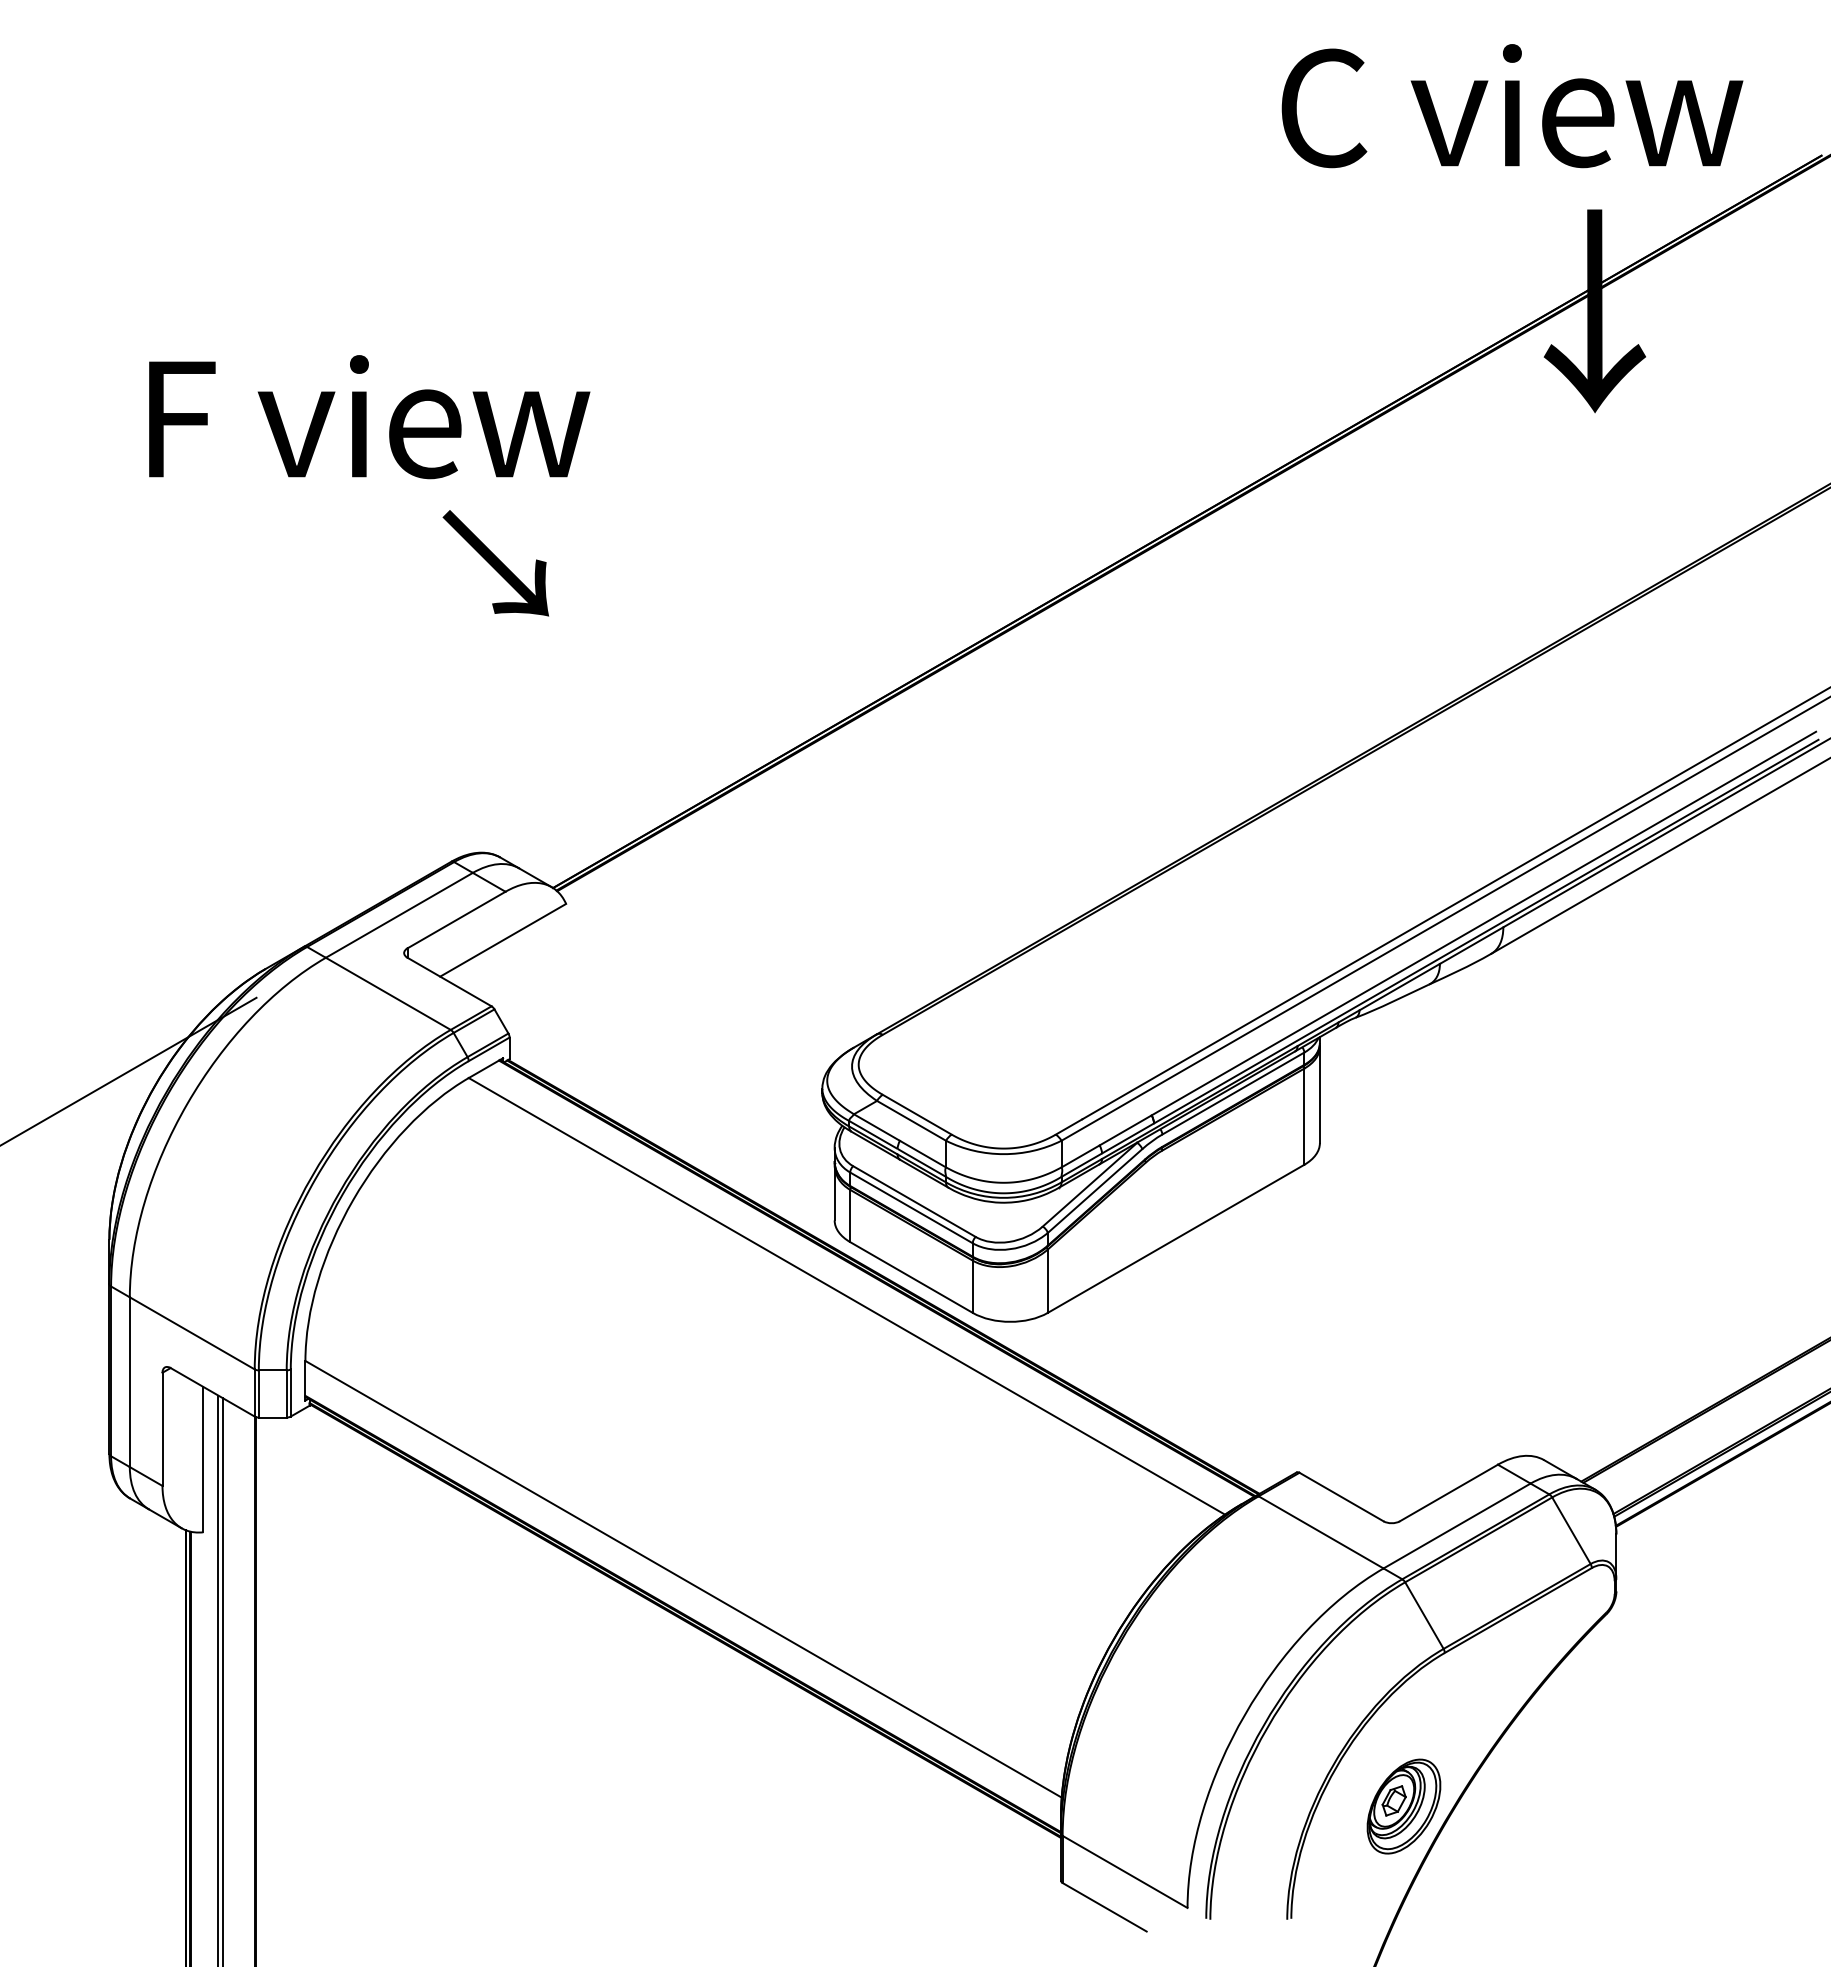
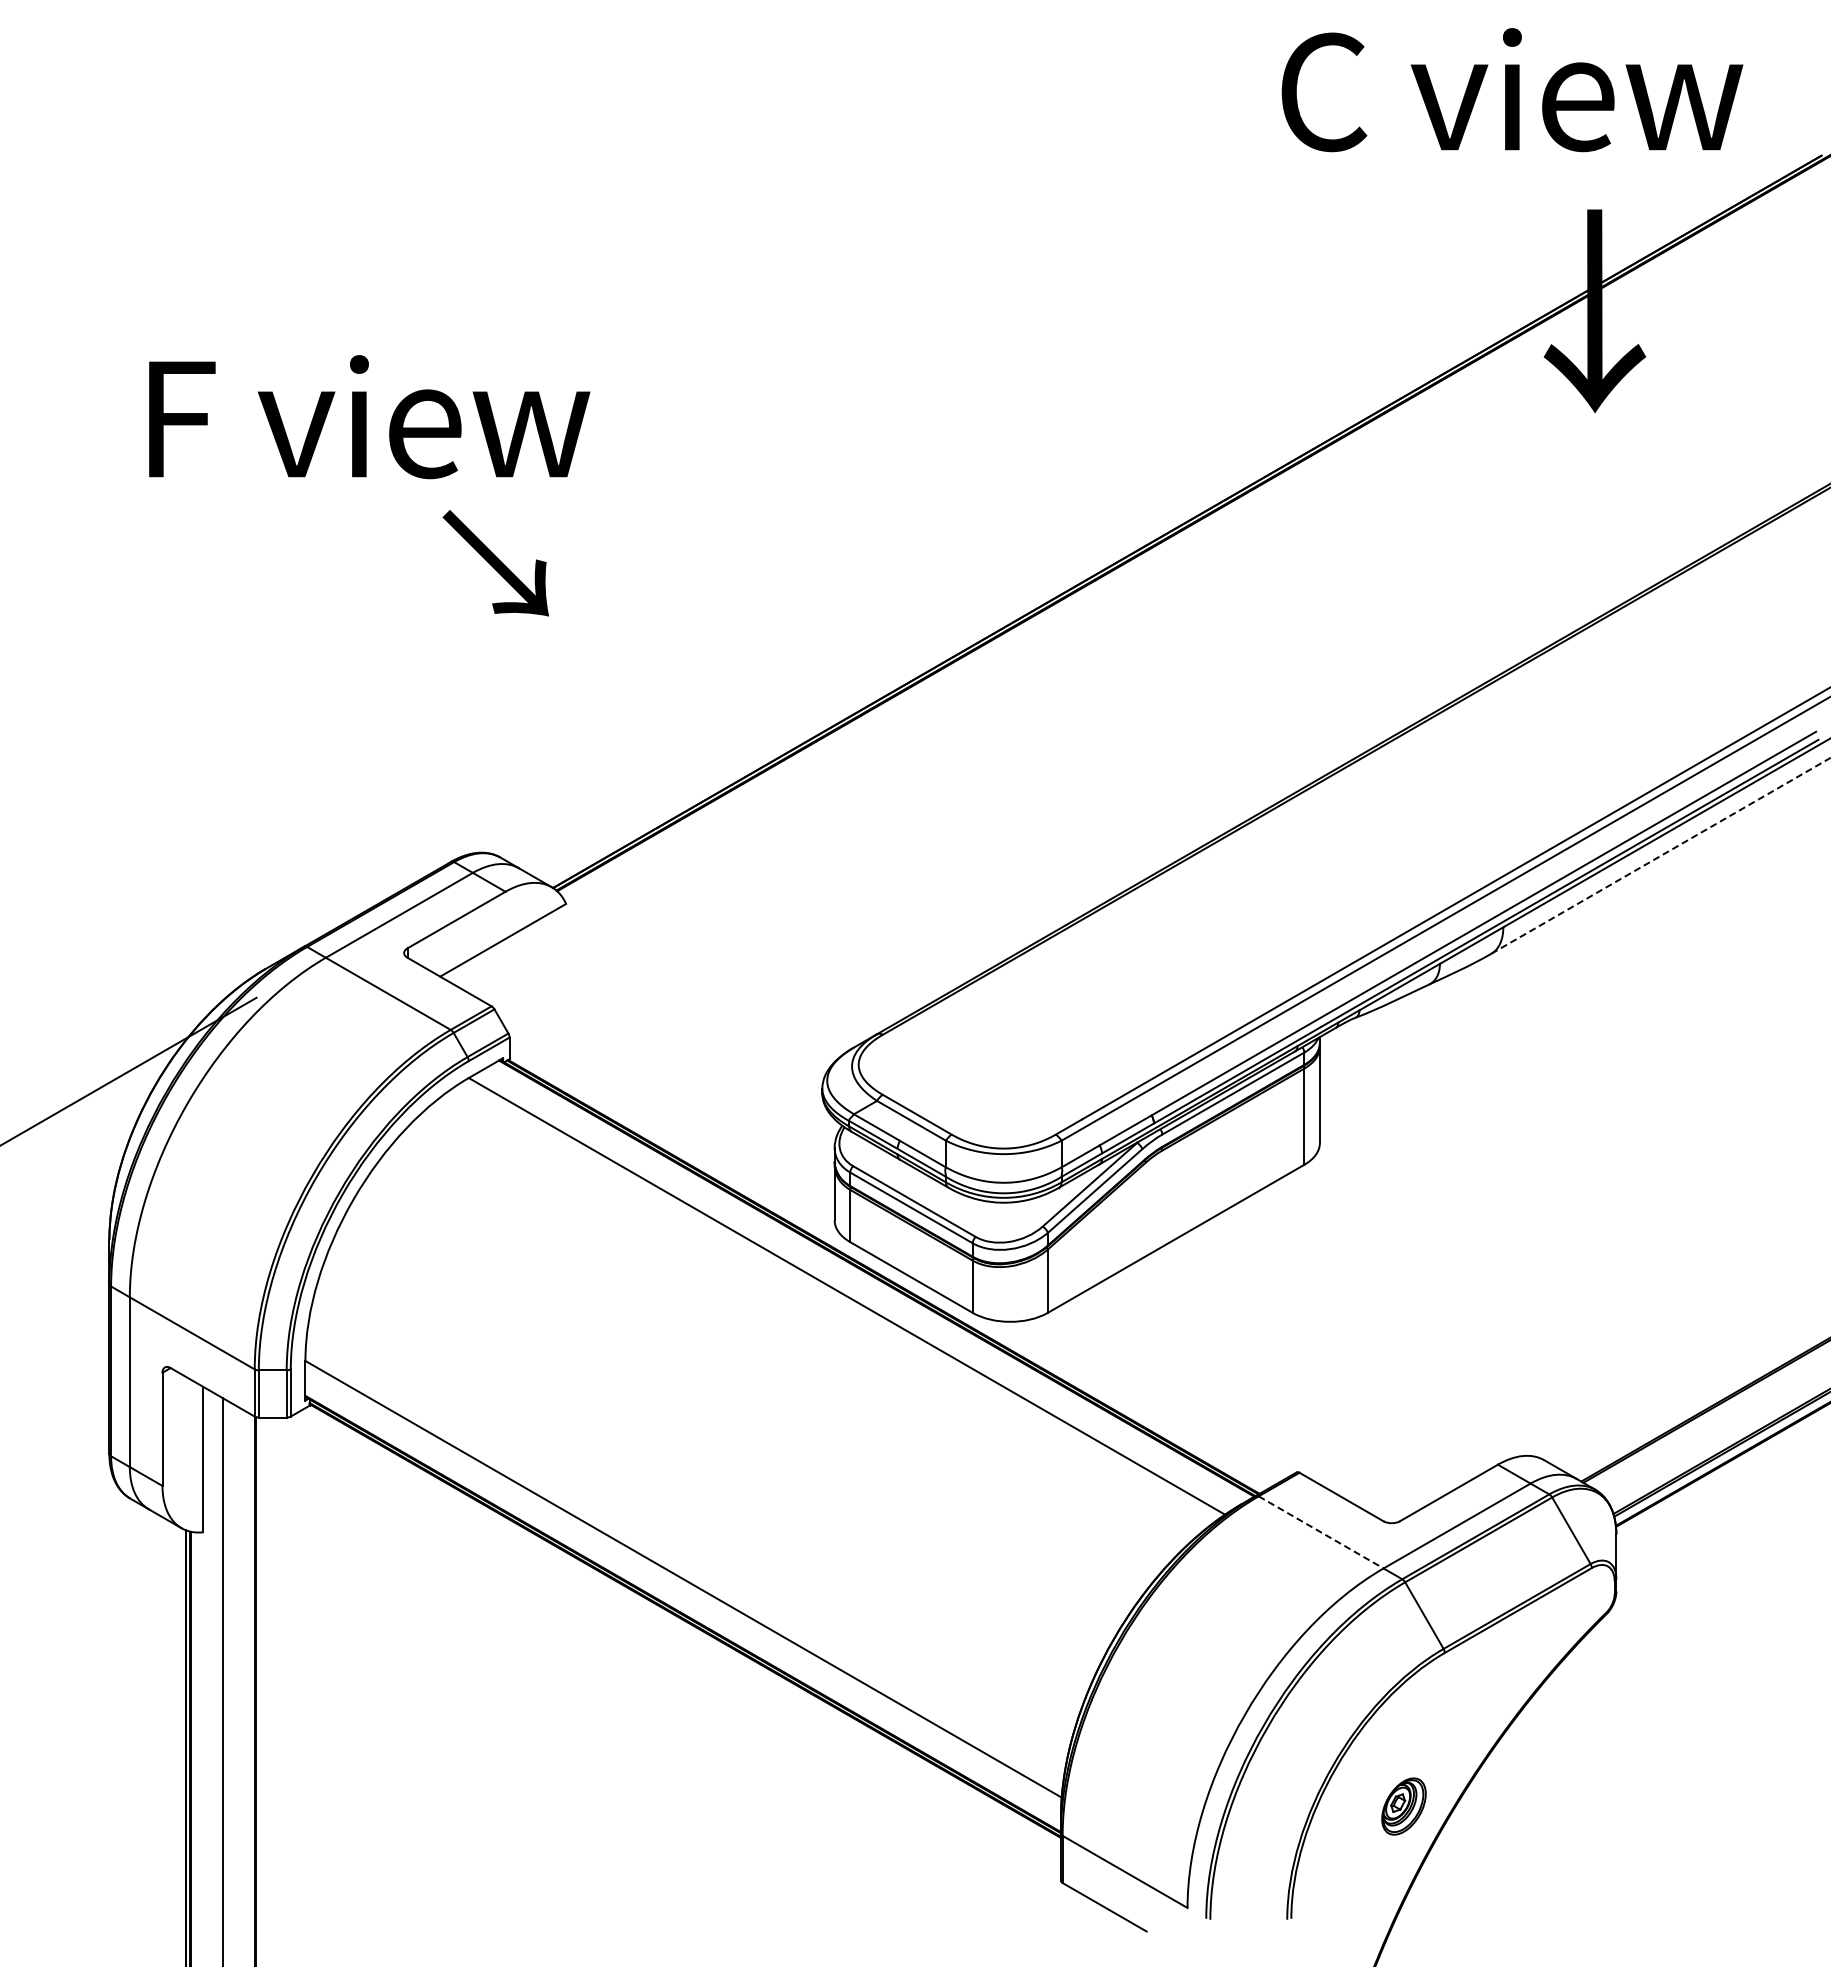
text at (1512, 106) position: (1512, 106) -> (1512, 90)
line at (1661, 855): solid -> dashed
line at (1321, 1532): solid -> dashed
line at (218, 1679): present -> none
part at (1403, 1806) size: 76x97 px -> 46x59 px
